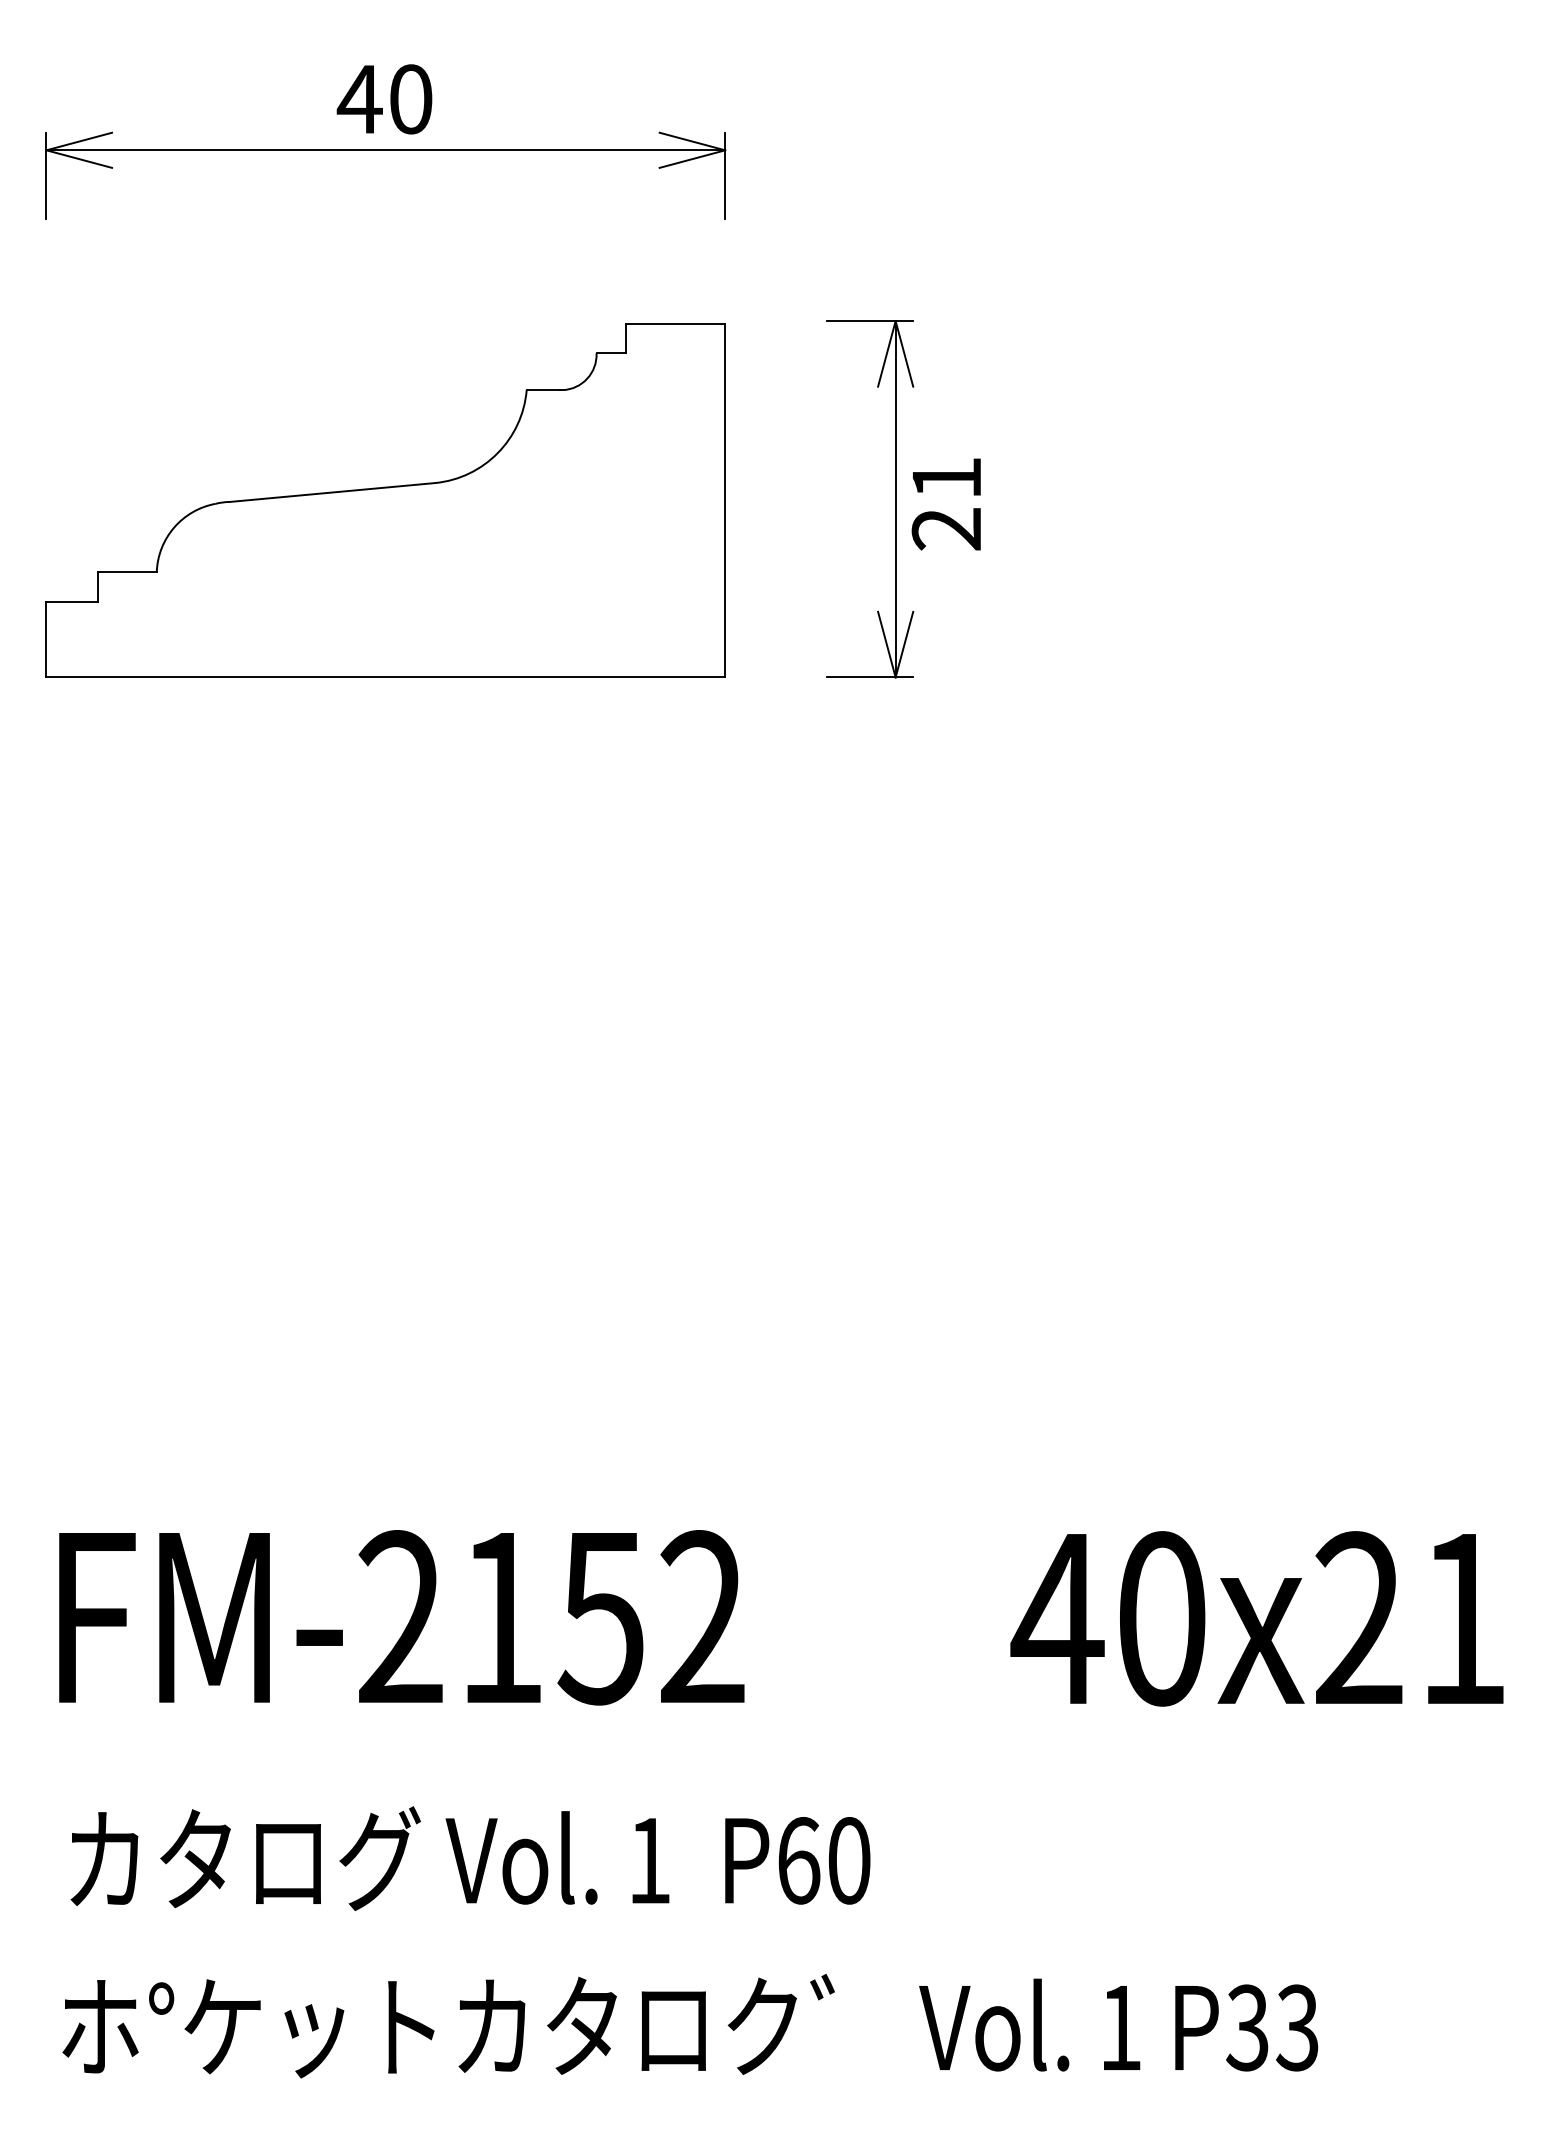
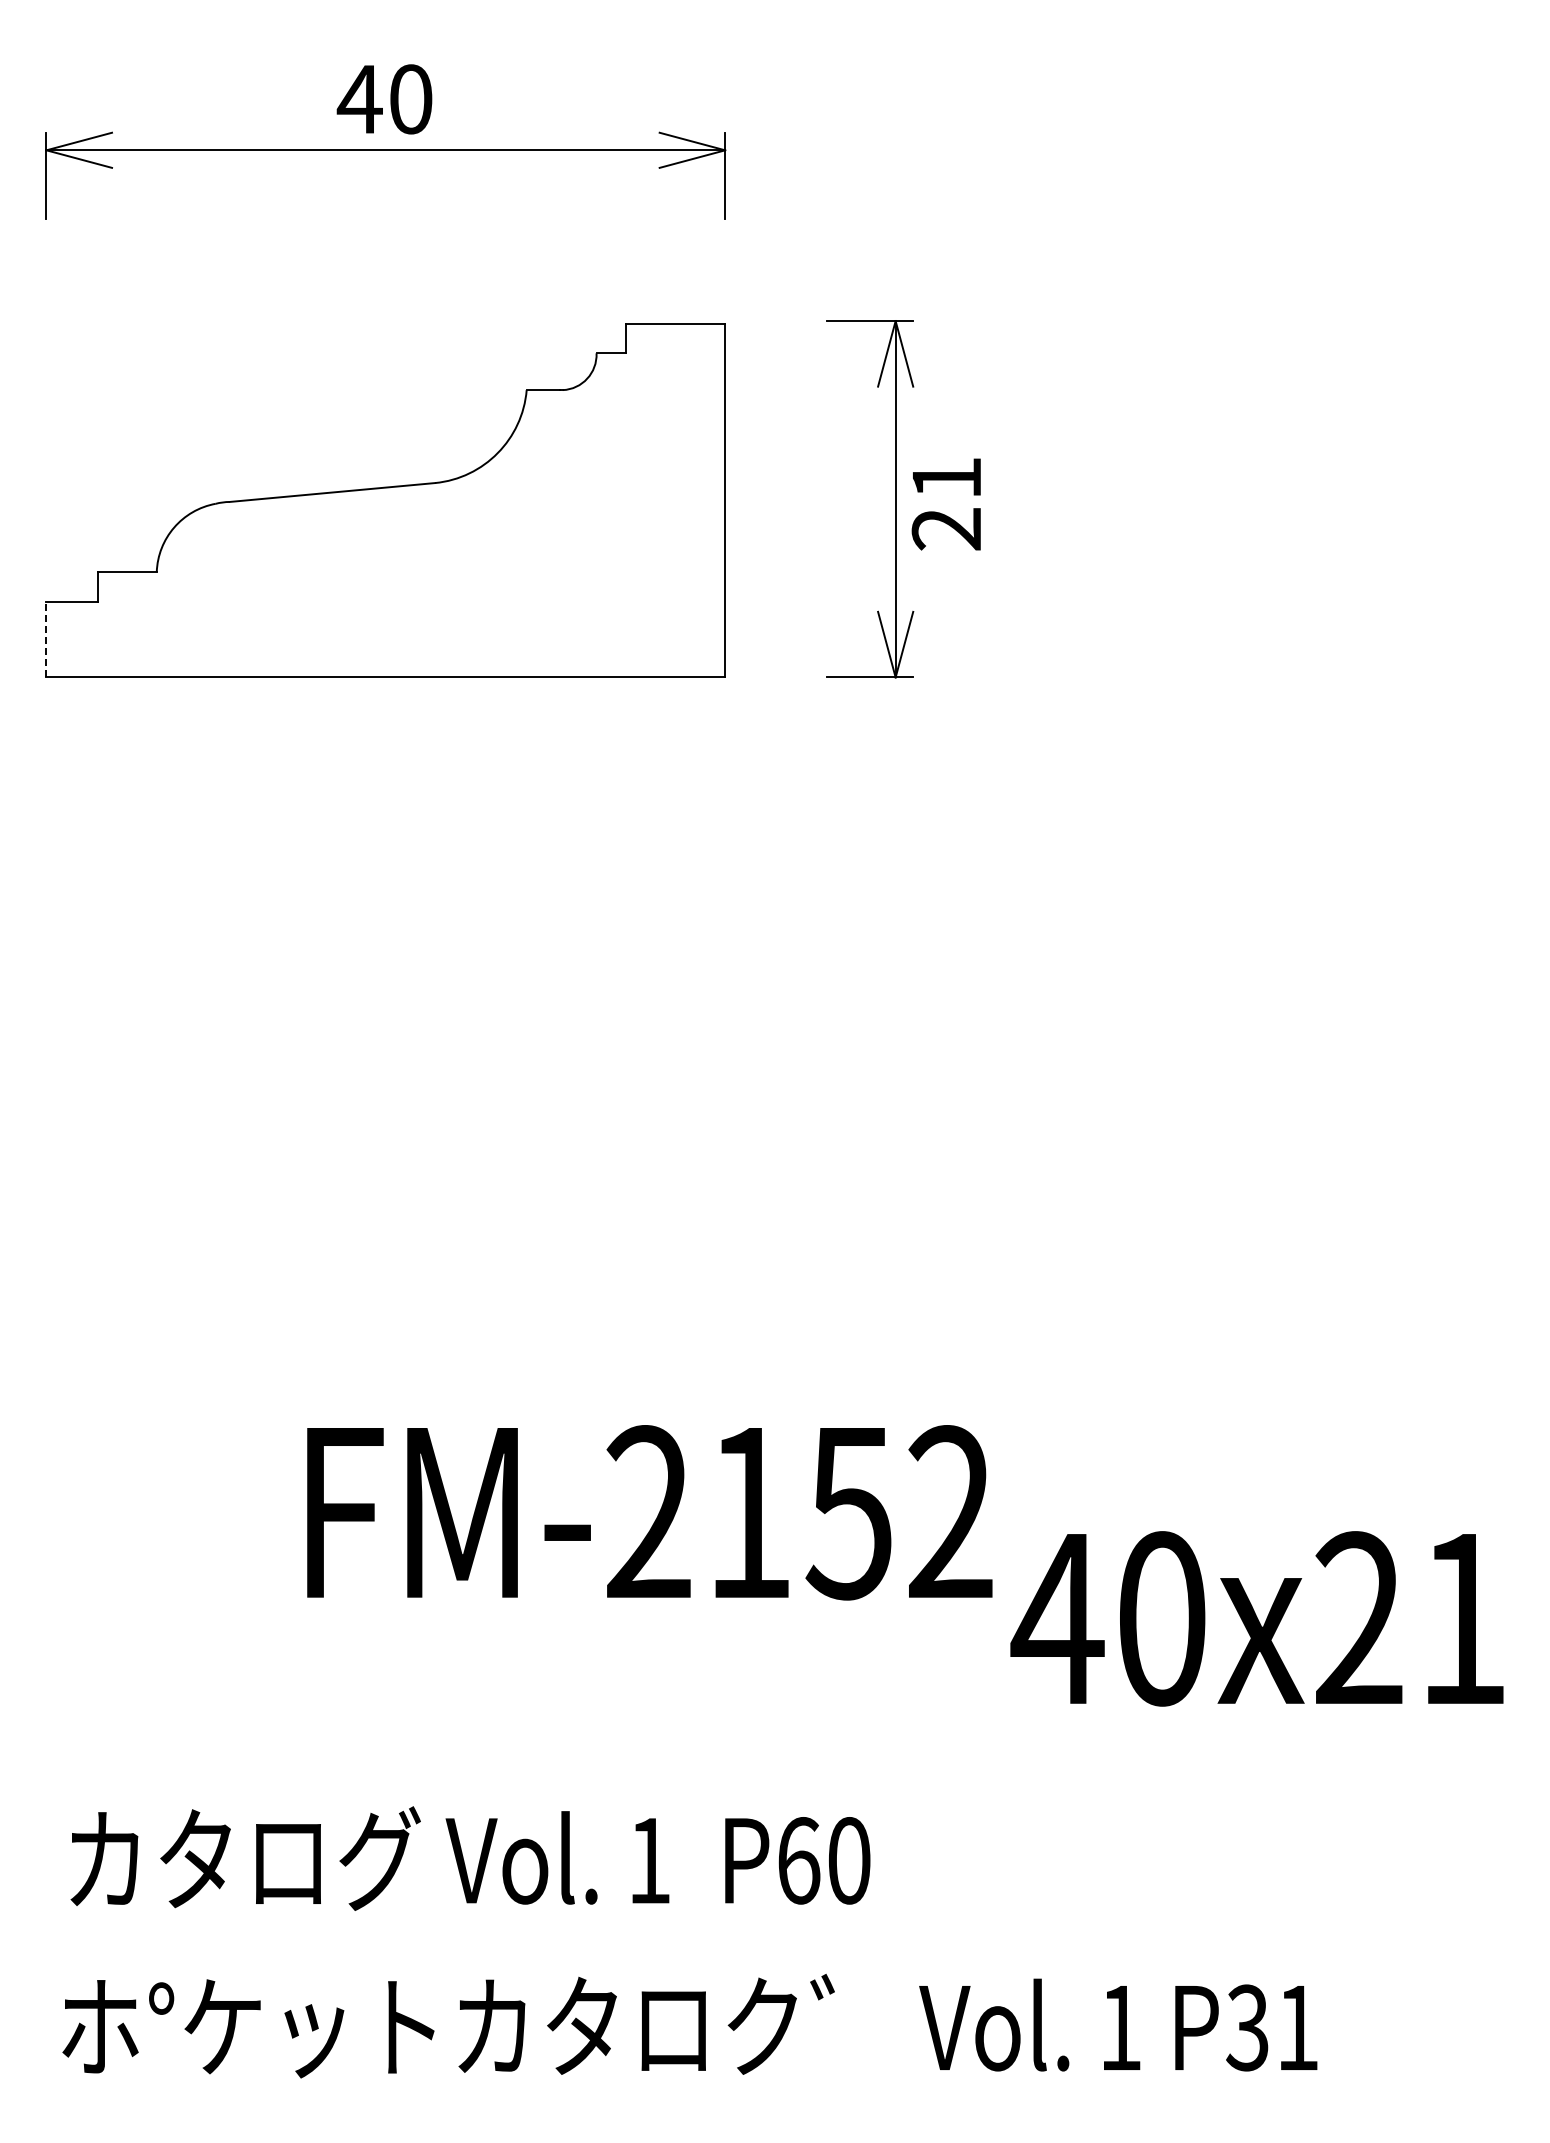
line at (46, 639): solid -> dashed
text at (401, 1617) position: (401, 1617) -> (649, 1512)
text at (1297, 2027): P33 -> P31
